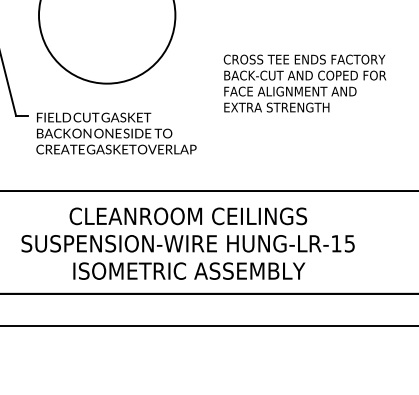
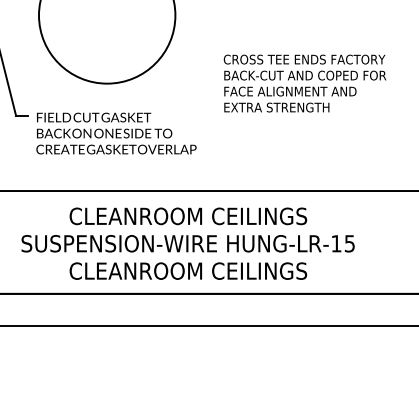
text at (188, 270): ISOMETRIC ASSEMBLY -> CLEANROOM CEILINGS
